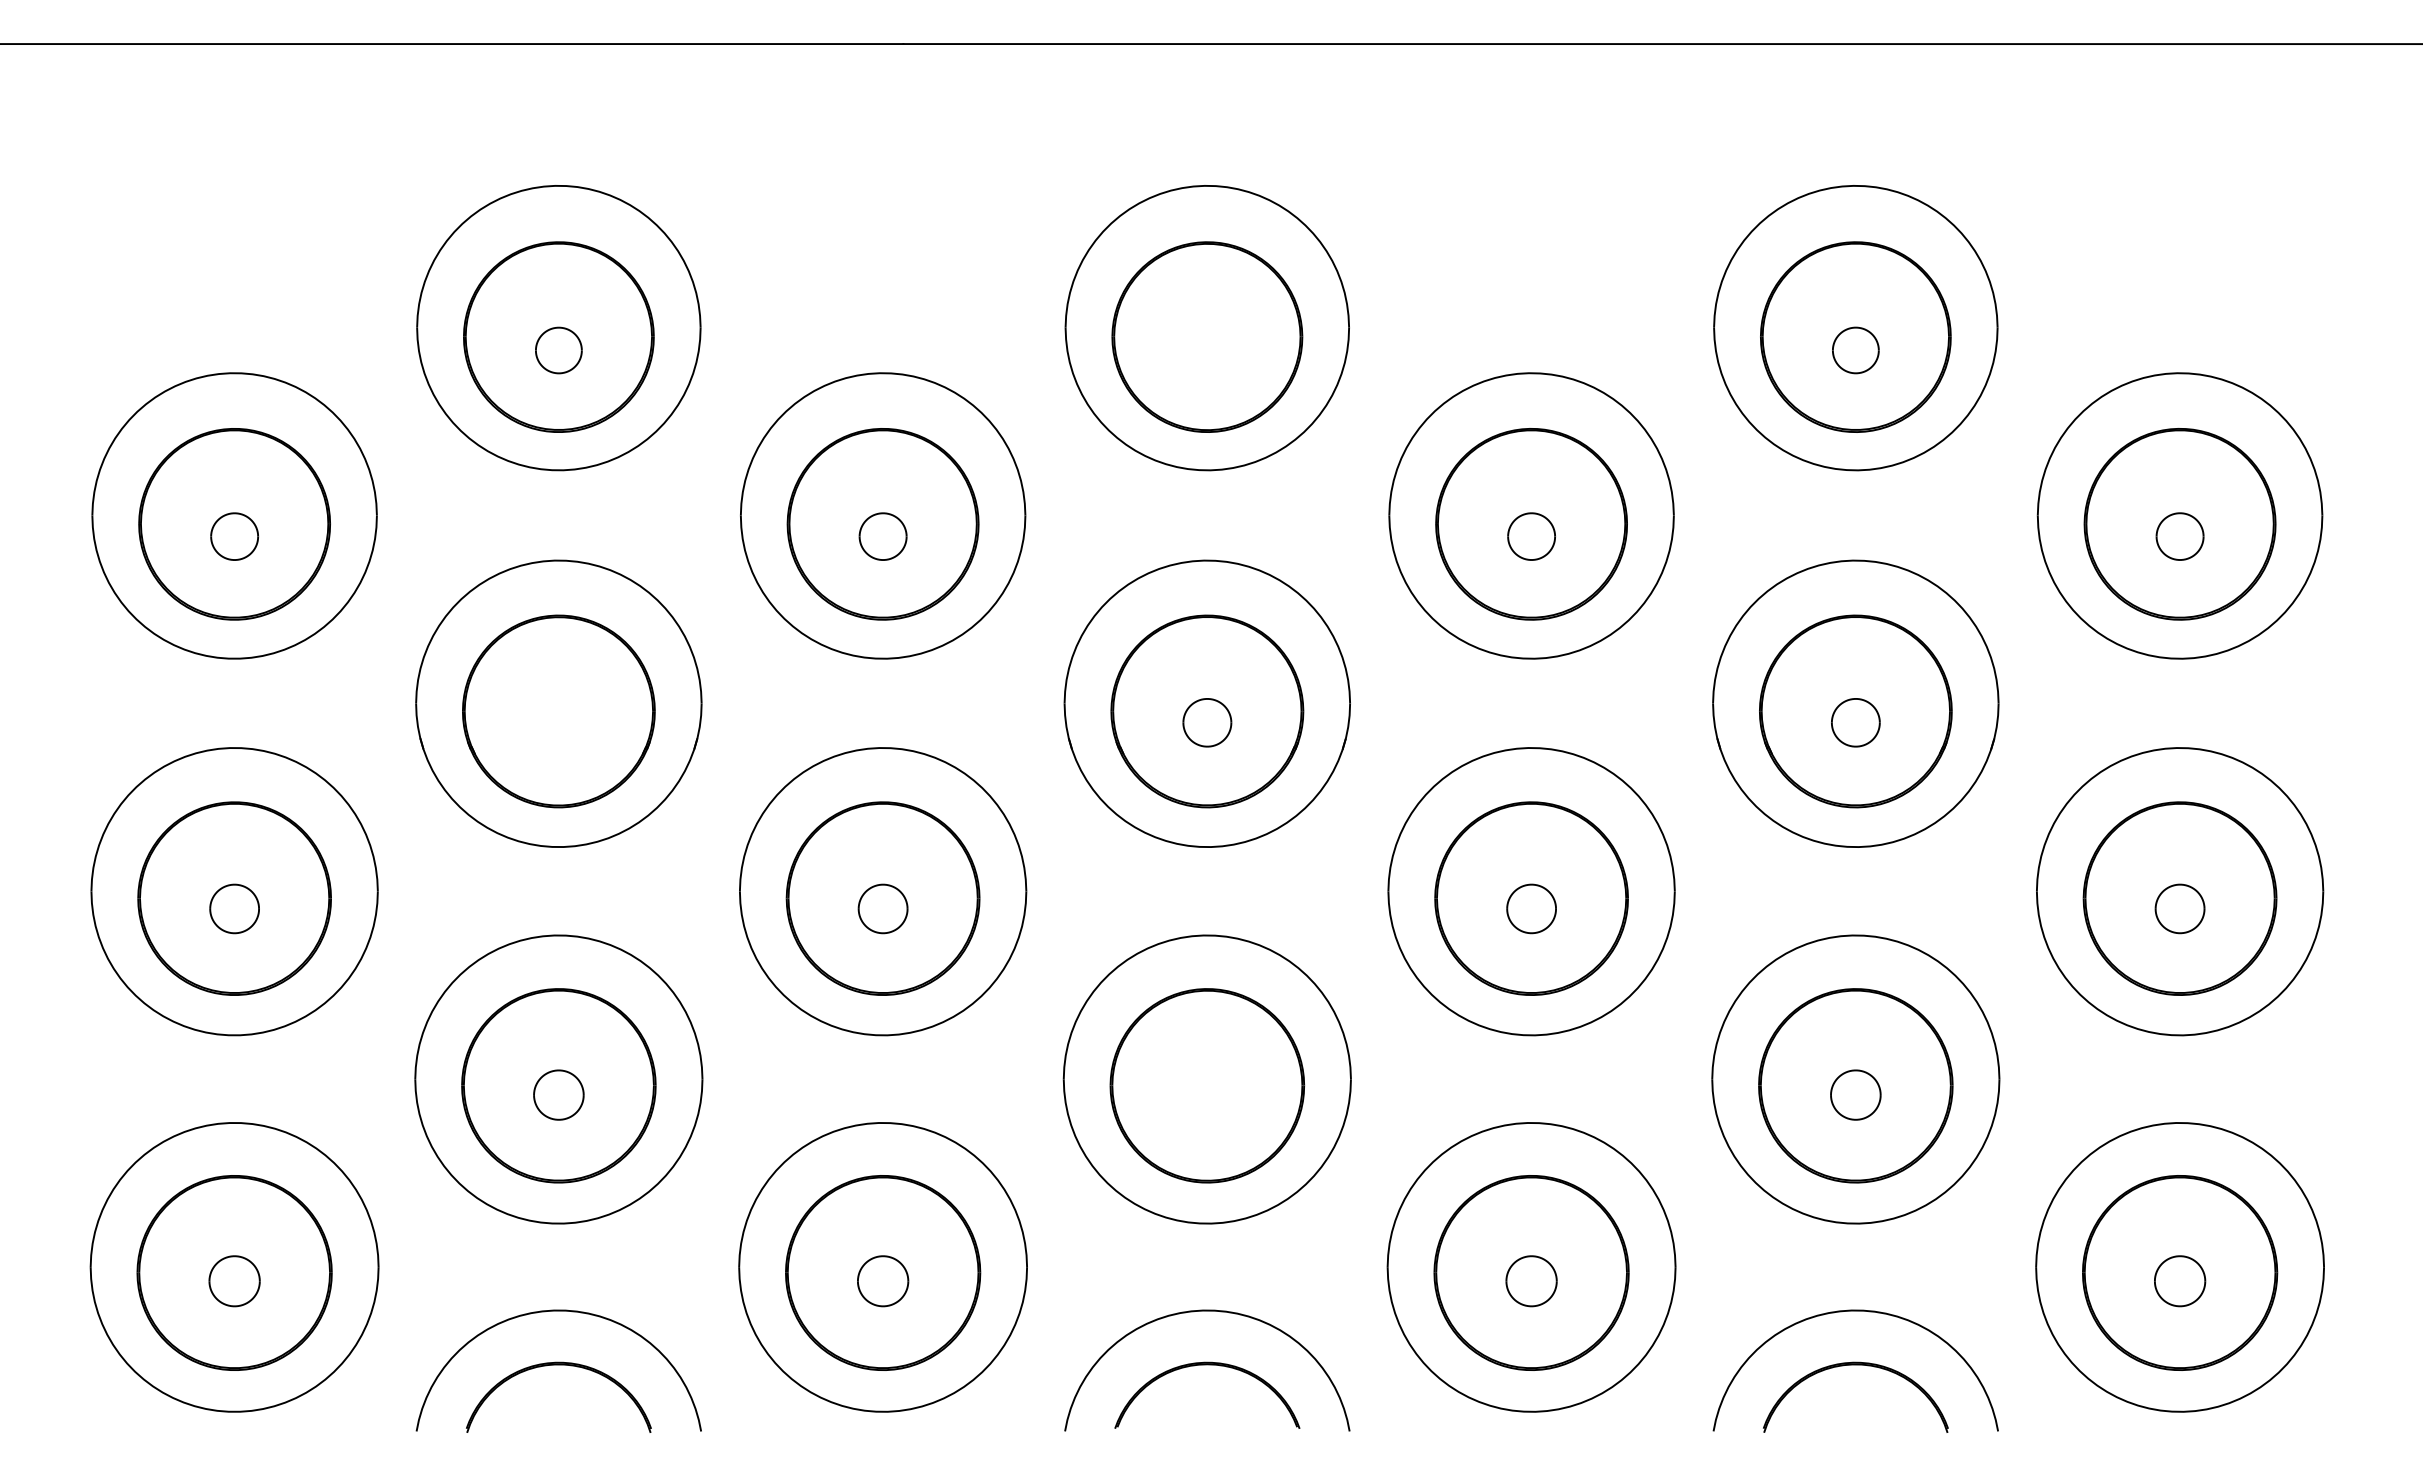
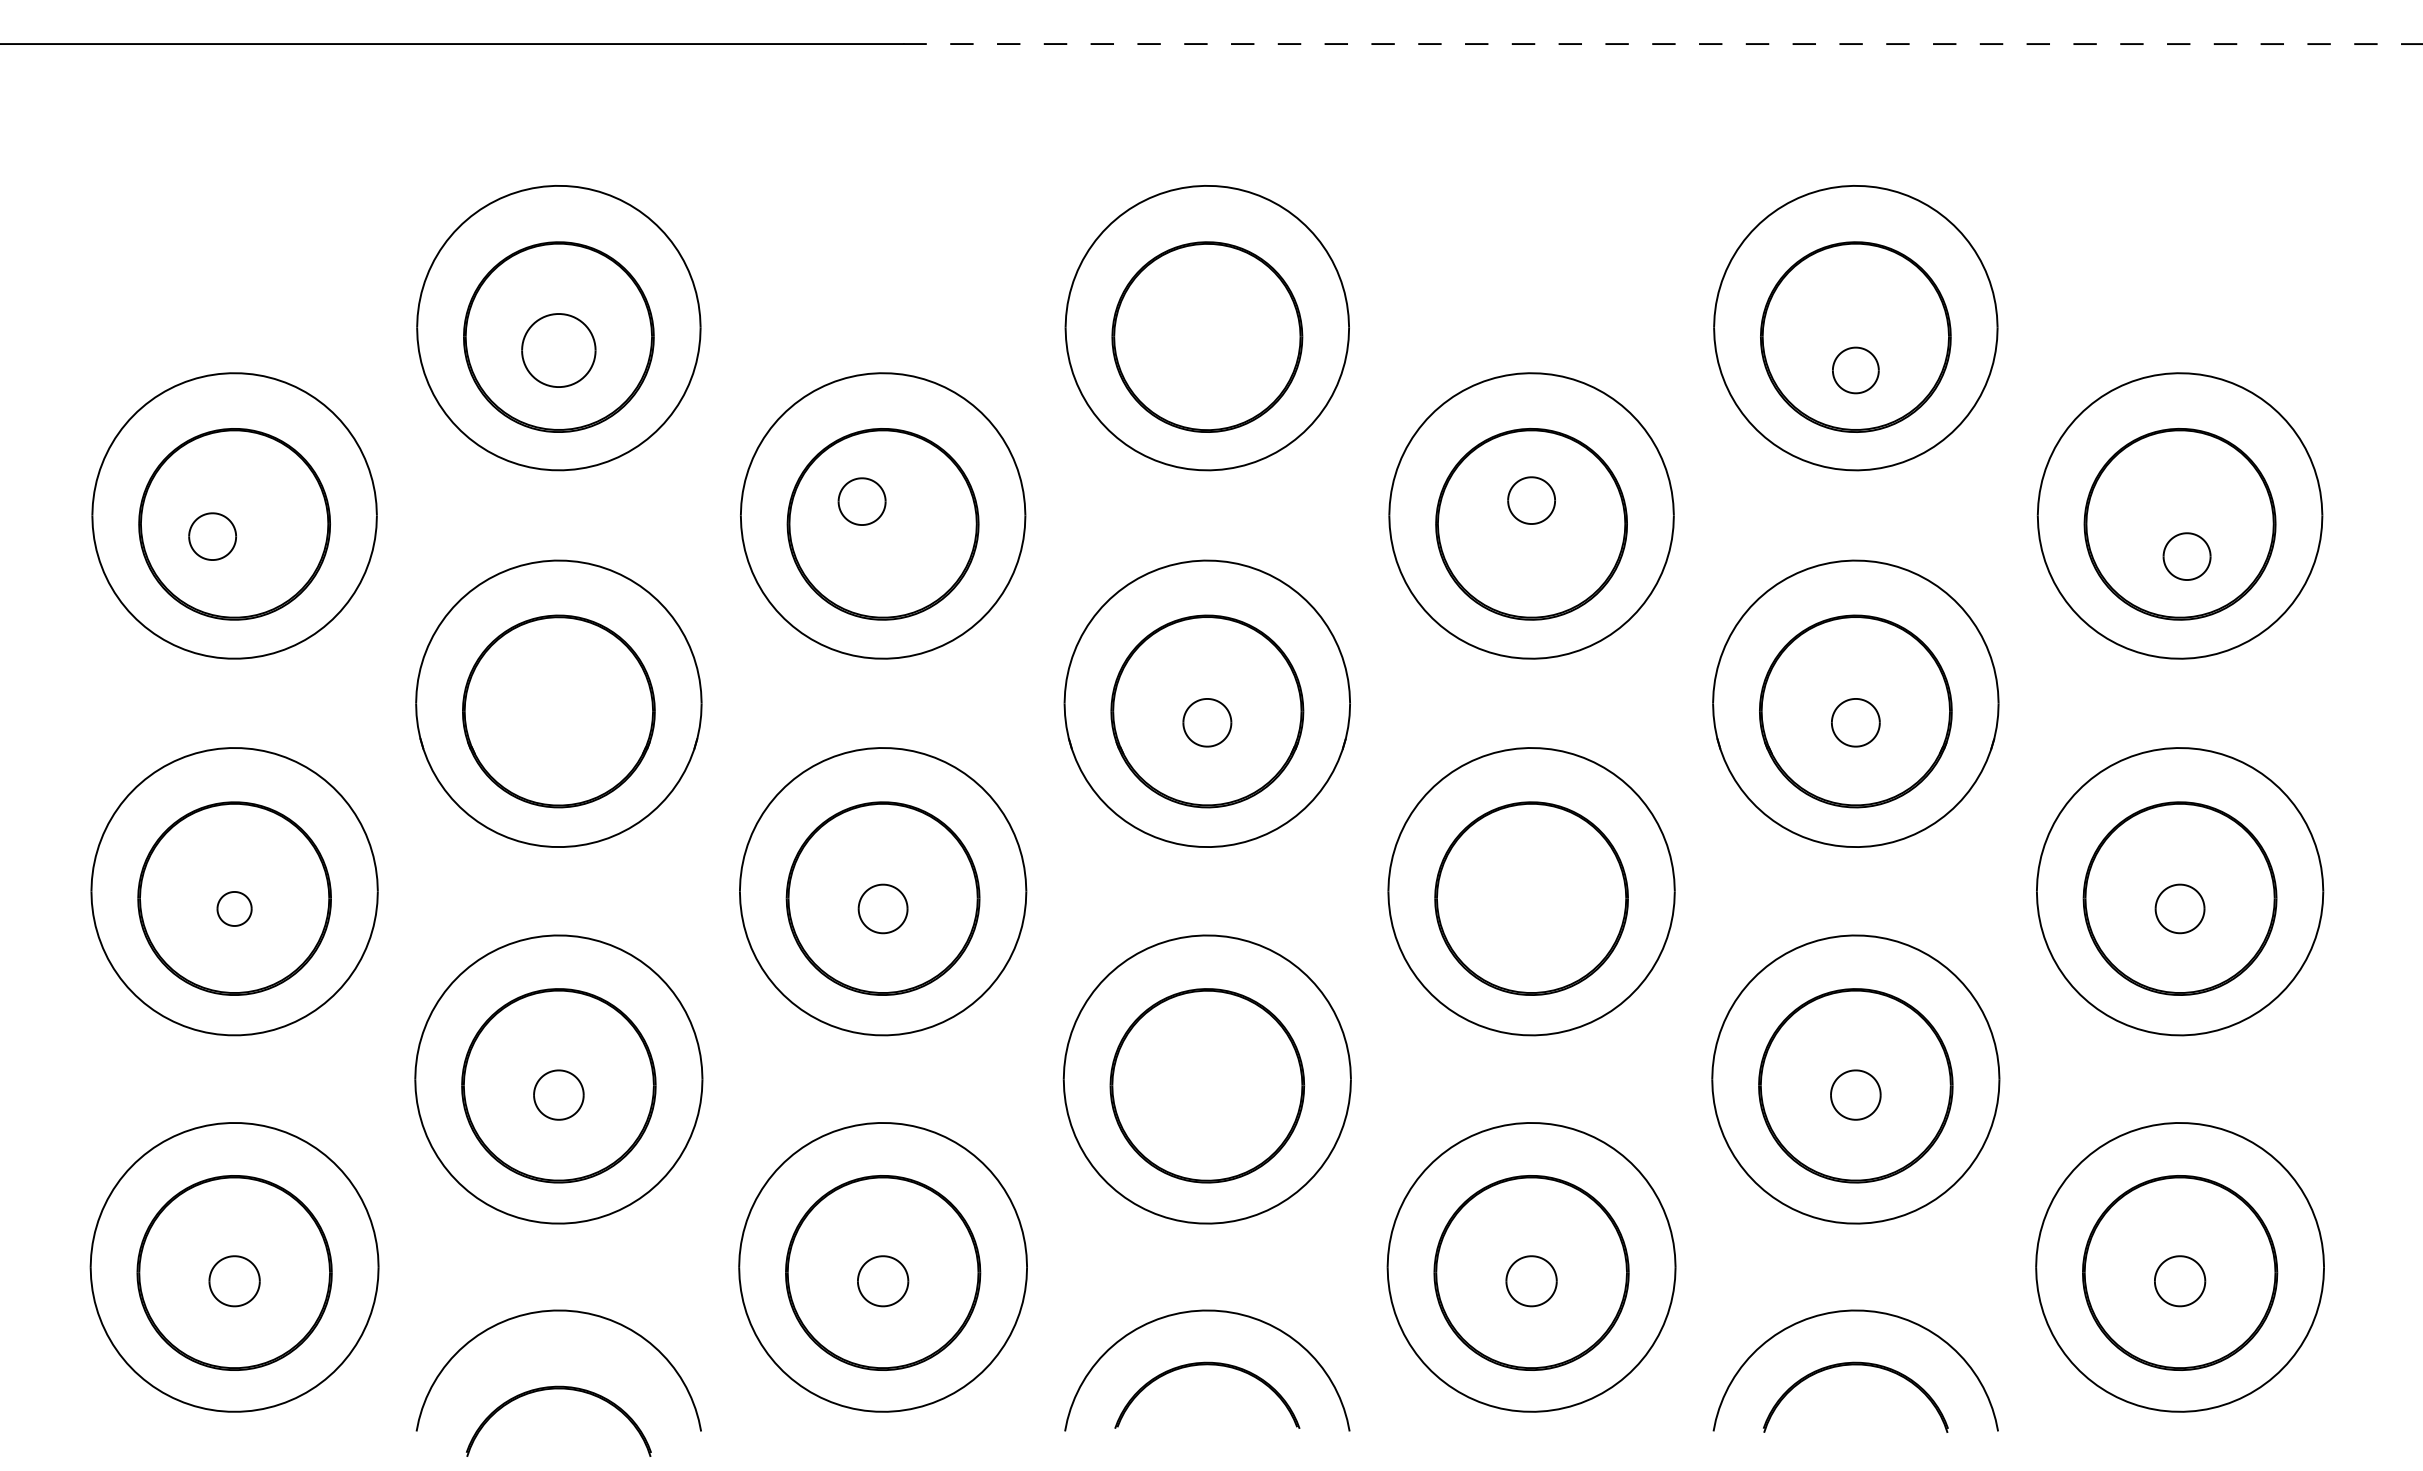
line at (1663, 44): solid -> dashed
part at (558, 350) size: 48x49 px -> 76x75 px
part at (1855, 350) position: (1855, 350) -> (1855, 370)
part at (234, 536) position: (234, 536) -> (212, 536)
part at (882, 536) position: (882, 536) -> (861, 501)
part at (1531, 536) position: (1531, 536) -> (1531, 500)
part at (2179, 536) position: (2179, 536) -> (2186, 556)
part at (234, 908) size: 51x52 px -> 37x36 px
part at (1531, 908): present -> none
part at (558, 1365) position: (558, 1365) -> (558, 1389)
